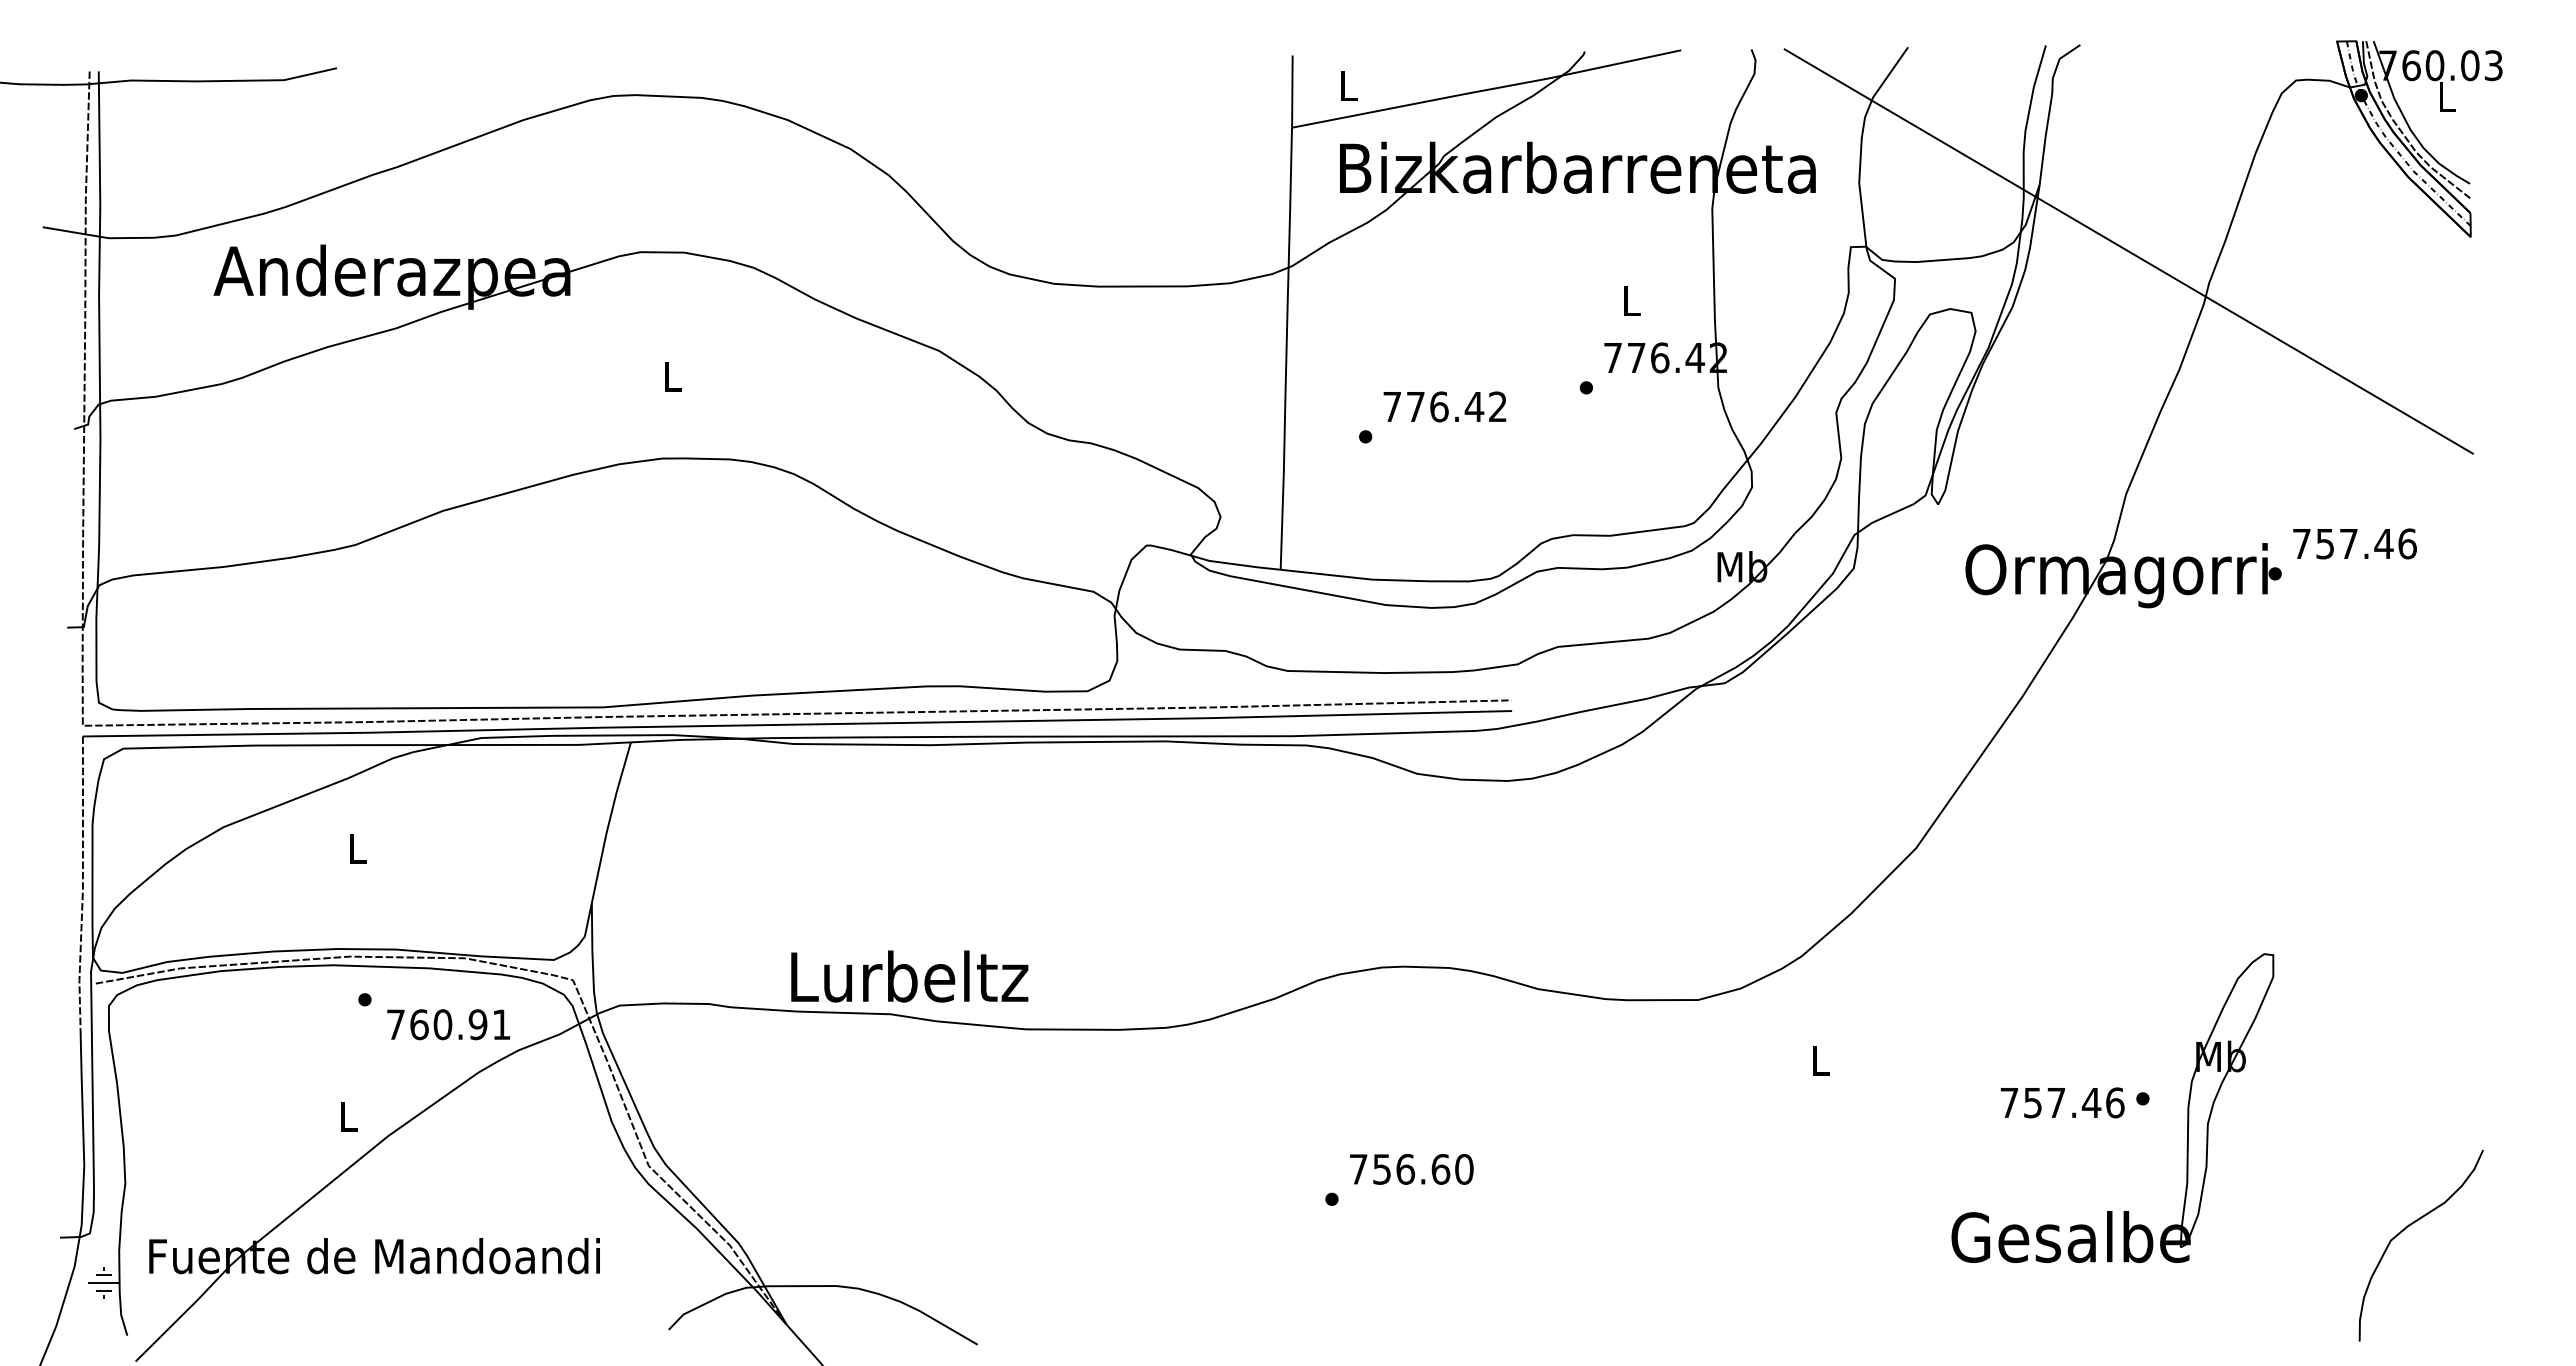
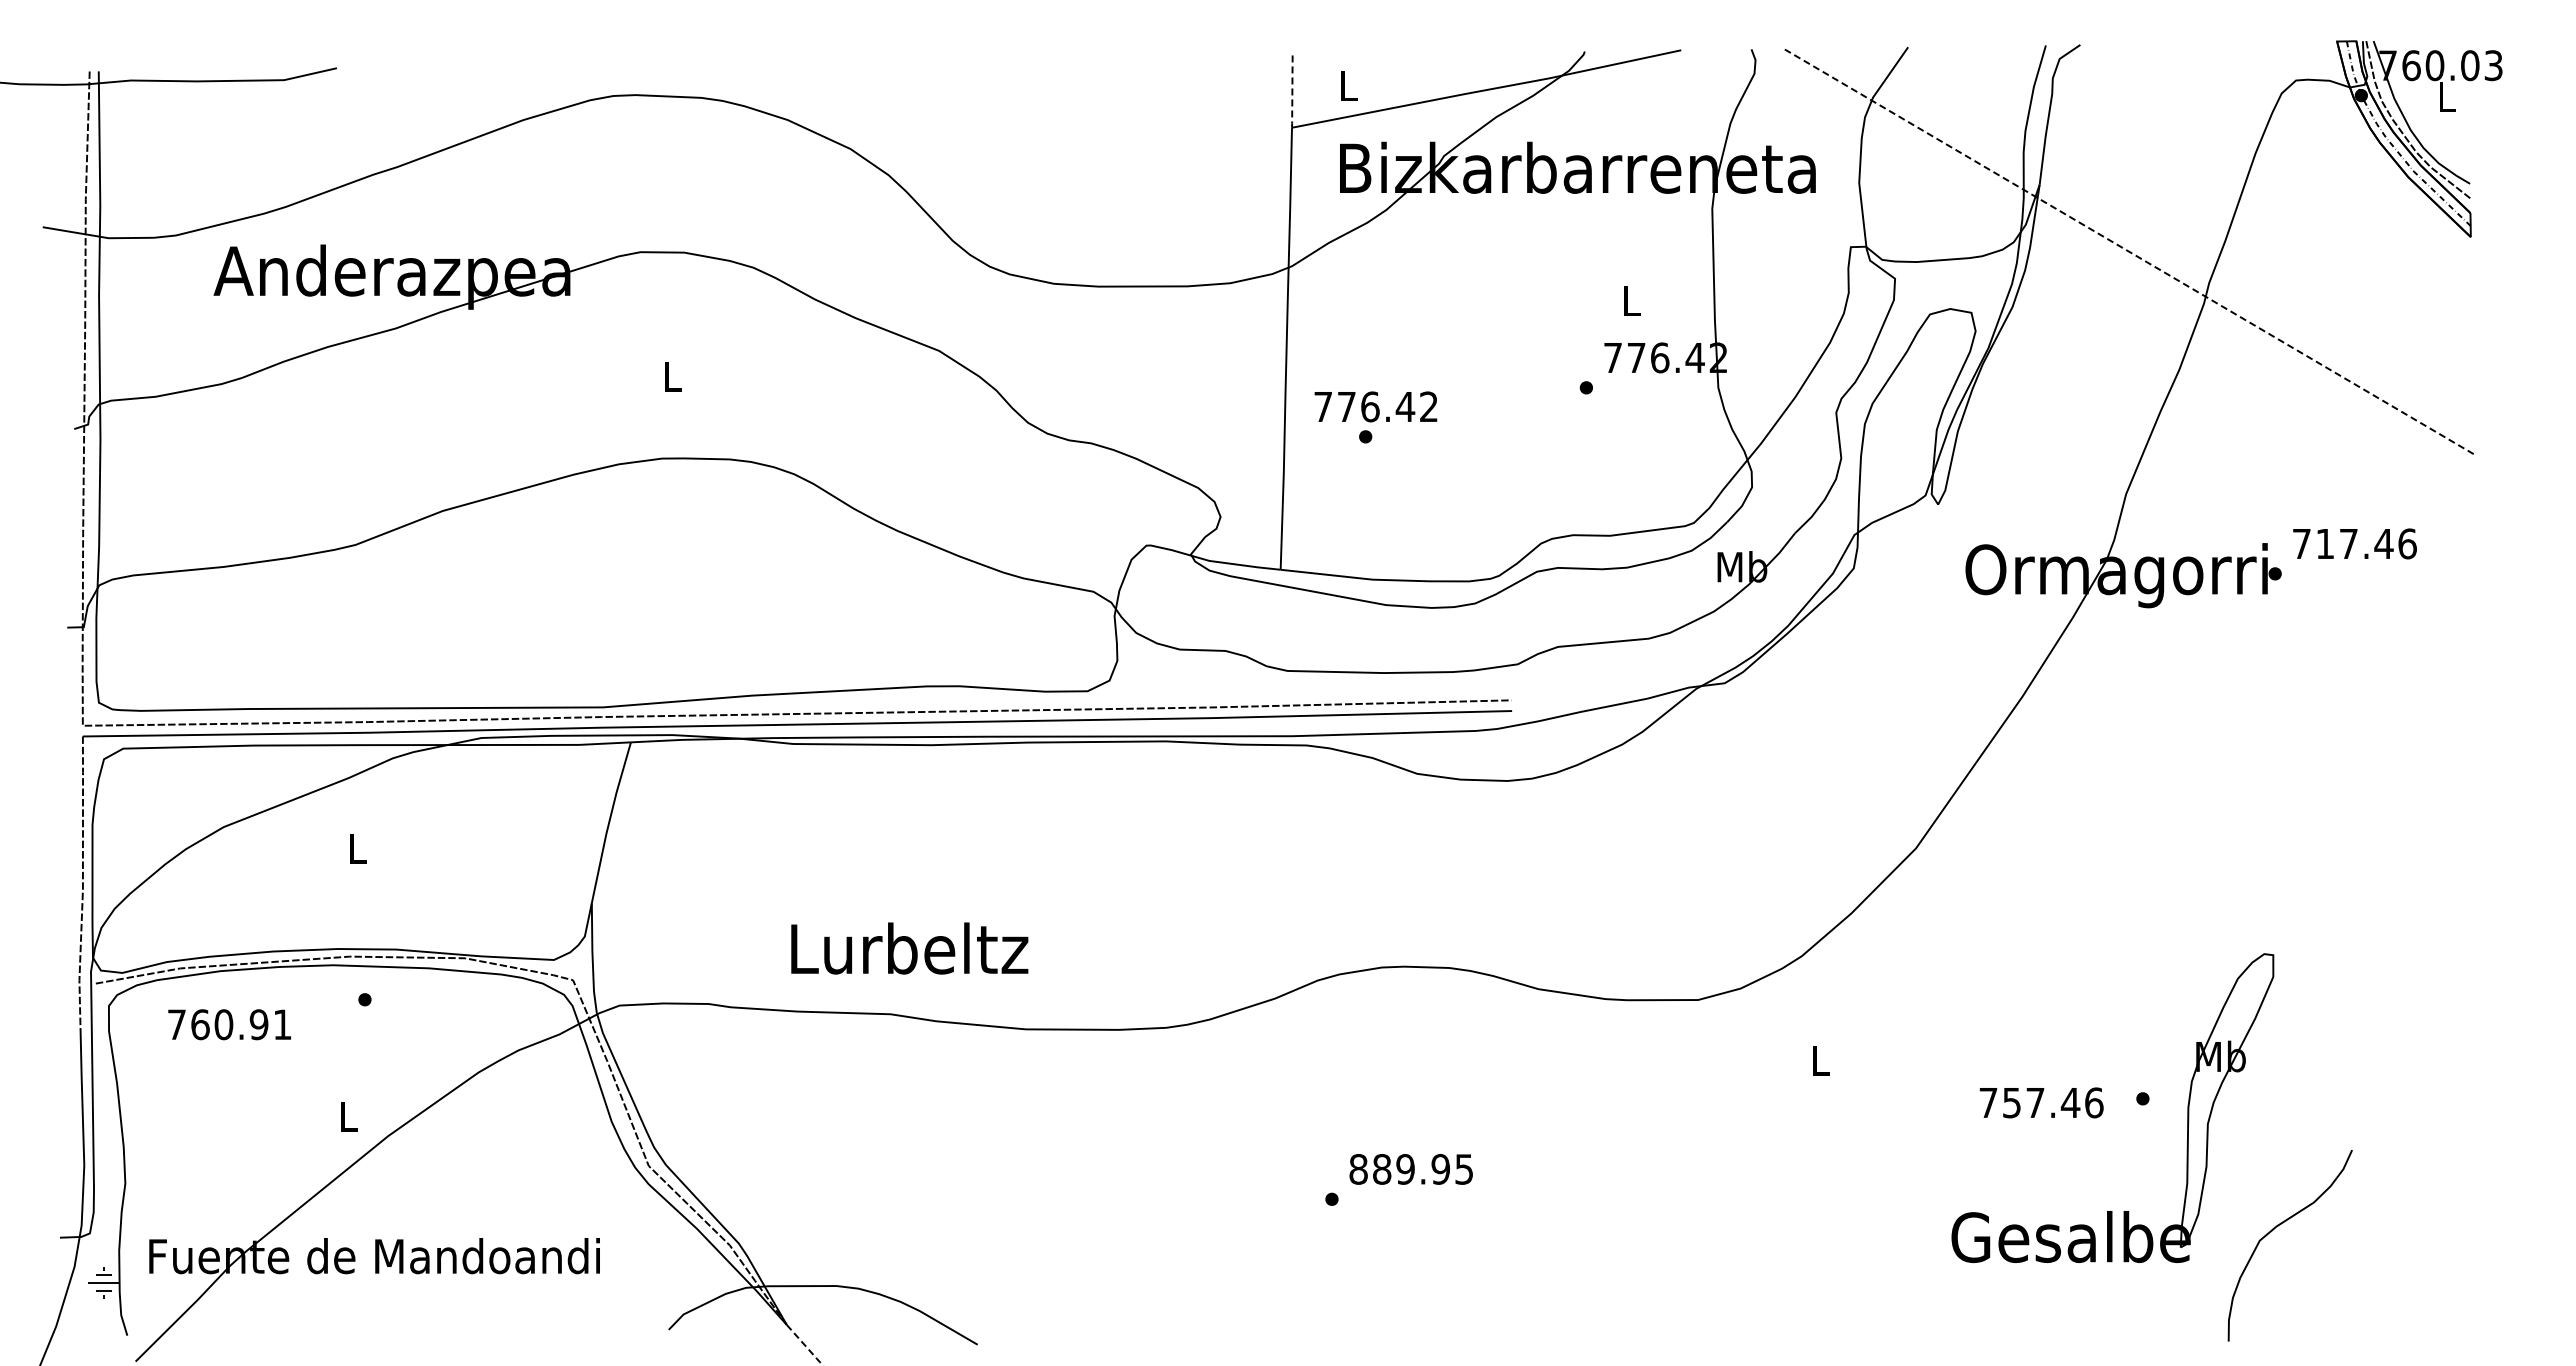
line at (1292, 92): solid -> dashed
line at (2128, 251): solid -> dashed
text at (1444, 406) position: (1444, 406) -> (1375, 406)
text at (2324, 544): 757.46 -> 717.46
text at (909, 976) position: (909, 976) -> (909, 948)
text at (448, 1024) position: (448, 1024) -> (229, 1024)
text at (2062, 1102) position: (2062, 1102) -> (2041, 1102)
text at (1411, 1169): 756.60 -> 889.95
curve at (2411, 1225) position: (2411, 1225) -> (2280, 1225)
line at (805, 1345): solid -> dashed
